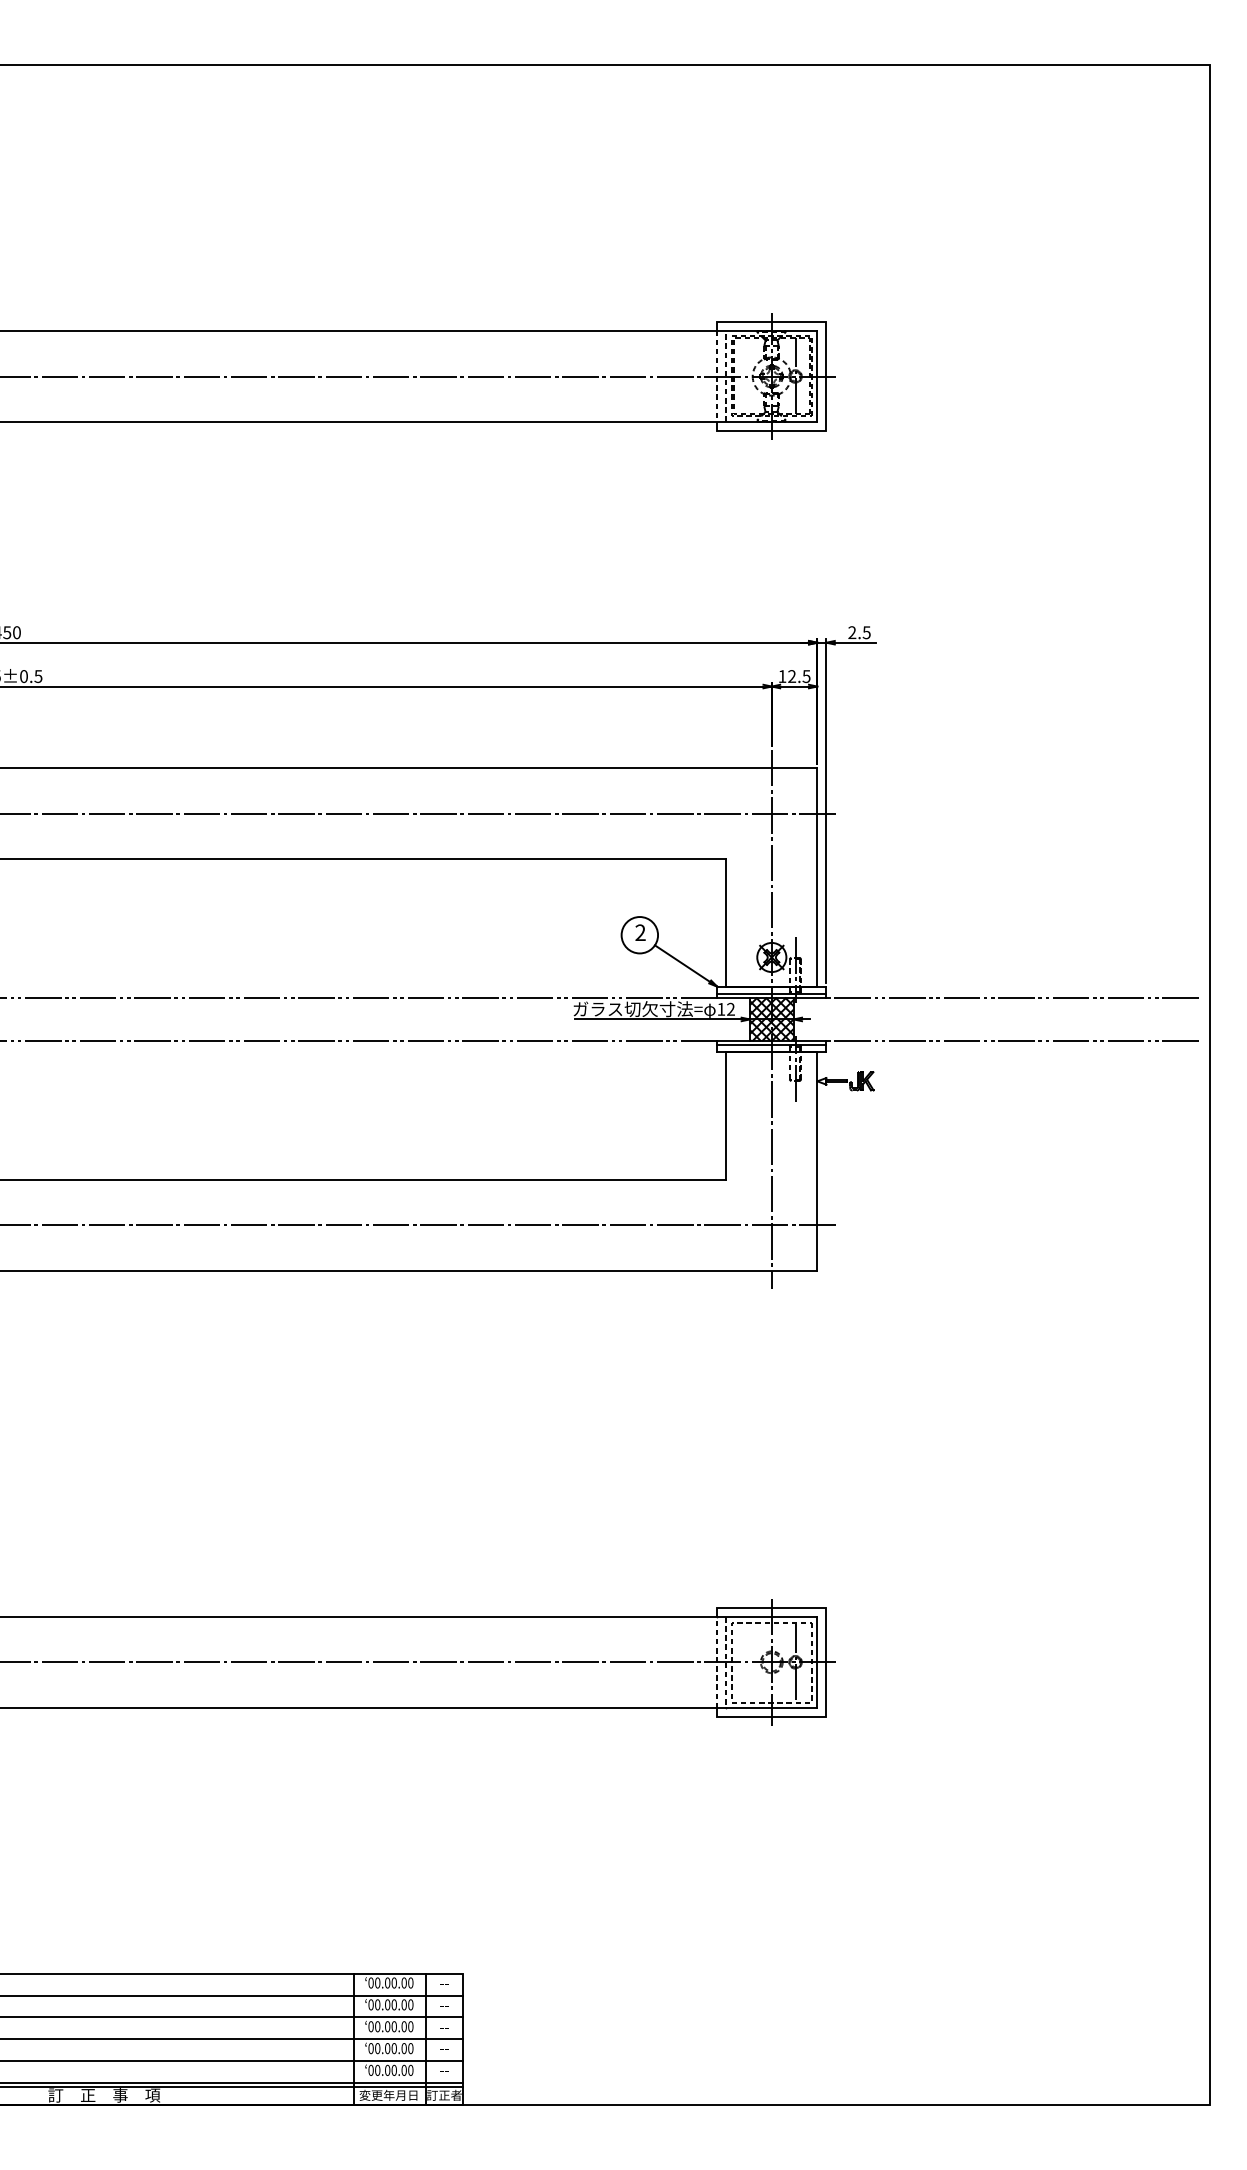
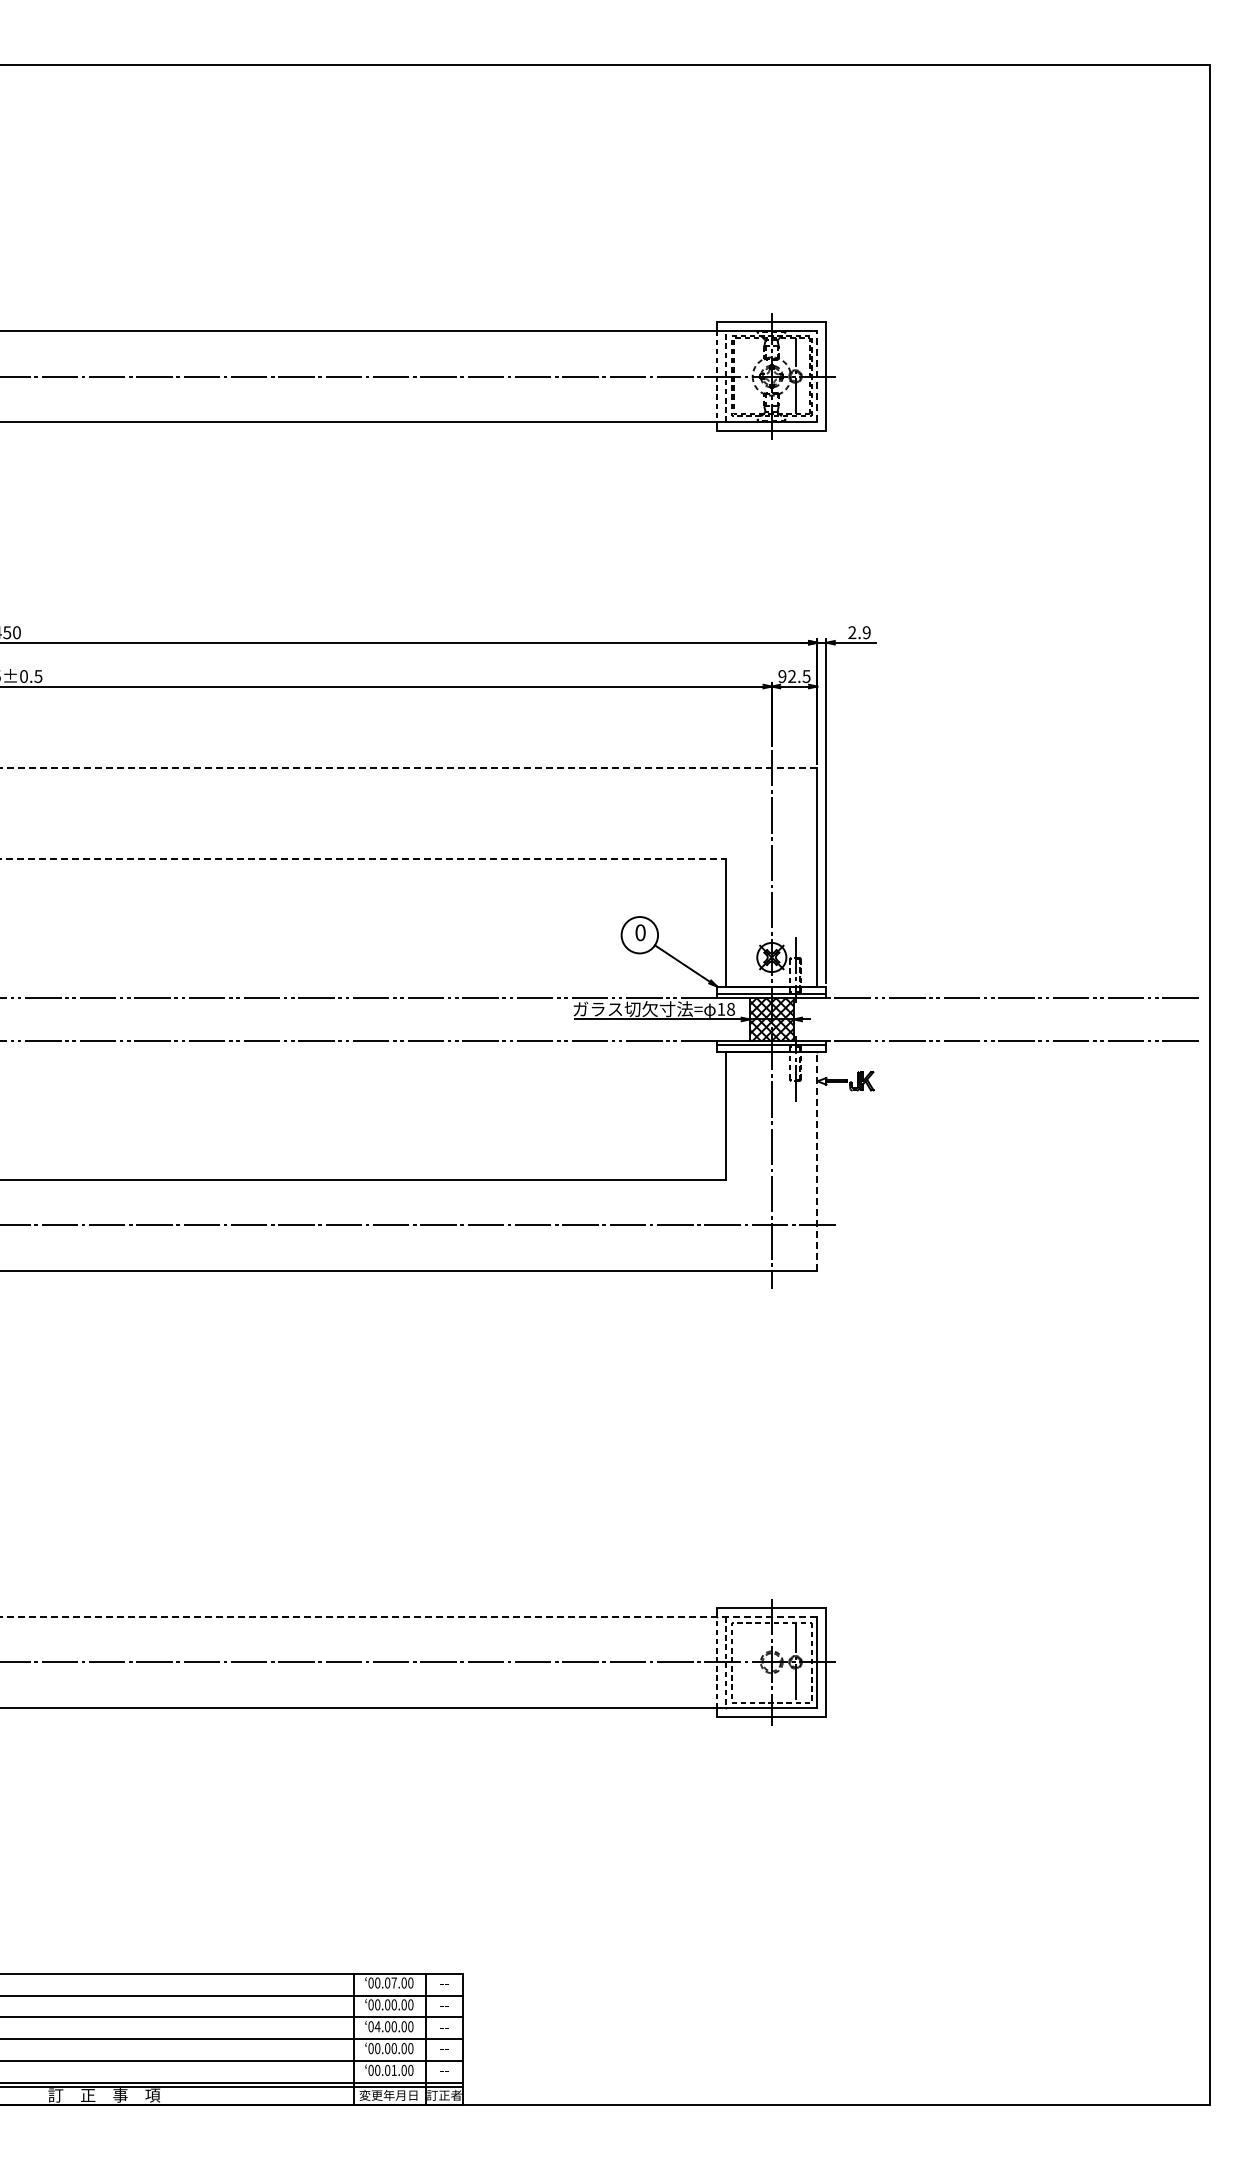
line at (817, 376): solid -> dashed
text at (866, 632): 2.5 -> 2.9
text at (782, 676): 12.5 -> 92.5
line at (408, 768): solid -> dashed
line at (418, 813): present -> none
line at (363, 859): solid -> dashed
text at (640, 932): 2 -> 0
text at (730, 1009): 12 -> 18
line at (817, 1160): solid -> dashed
line at (408, 1617): solid -> dashed
text at (393, 1982): 00.00.00 -> 00.07.00
text at (377, 2026): 00.00.00 -> 04.00.00
text at (393, 2069): 00.00.00 -> 00.01.00
